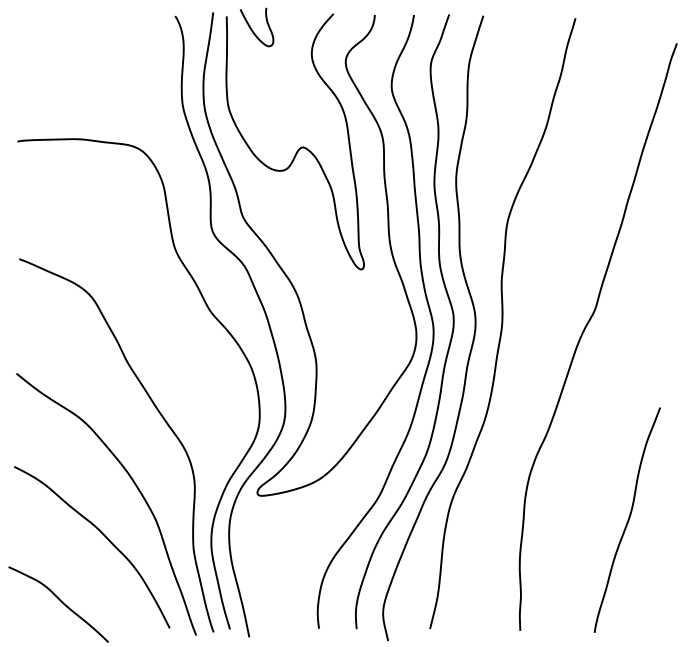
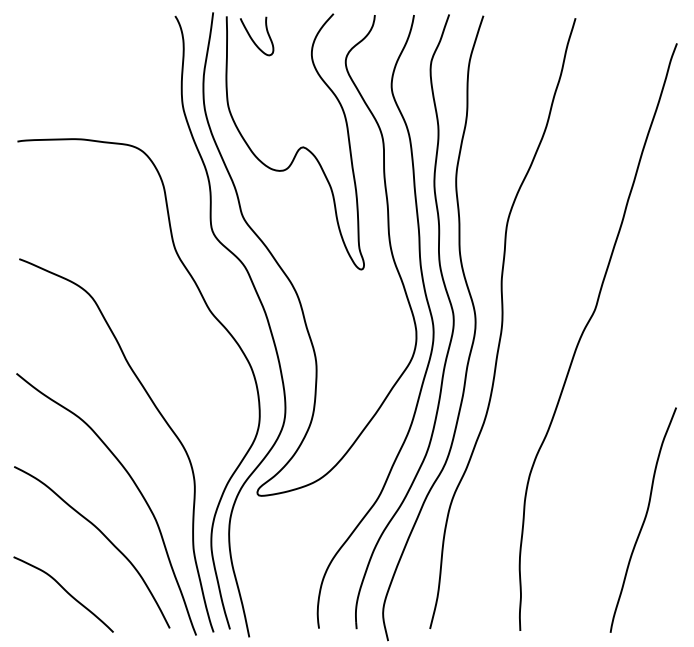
curve at (253, 30) position: (253, 30) -> (253, 39)
curve at (627, 519) position: (627, 519) -> (643, 519)
curve at (60, 601) position: (60, 601) -> (65, 591)
